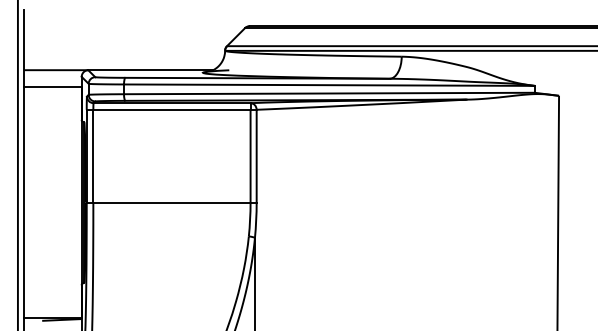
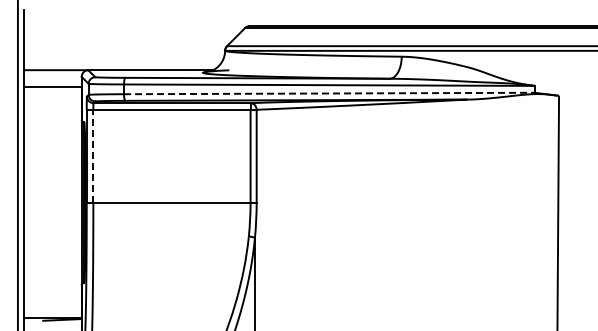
line at (329, 93): solid -> dashed
line at (93, 155): solid -> dashed
